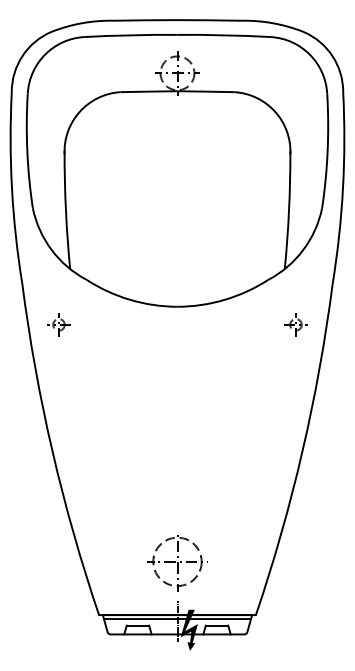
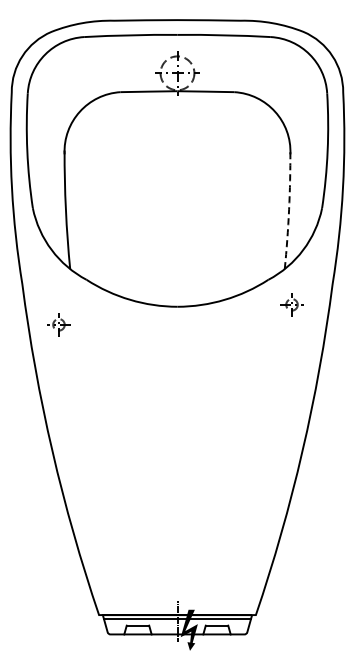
arc at (289, 209): solid -> dashed
part at (295, 324) position: (295, 324) -> (291, 304)
part at (177, 563): present -> none
